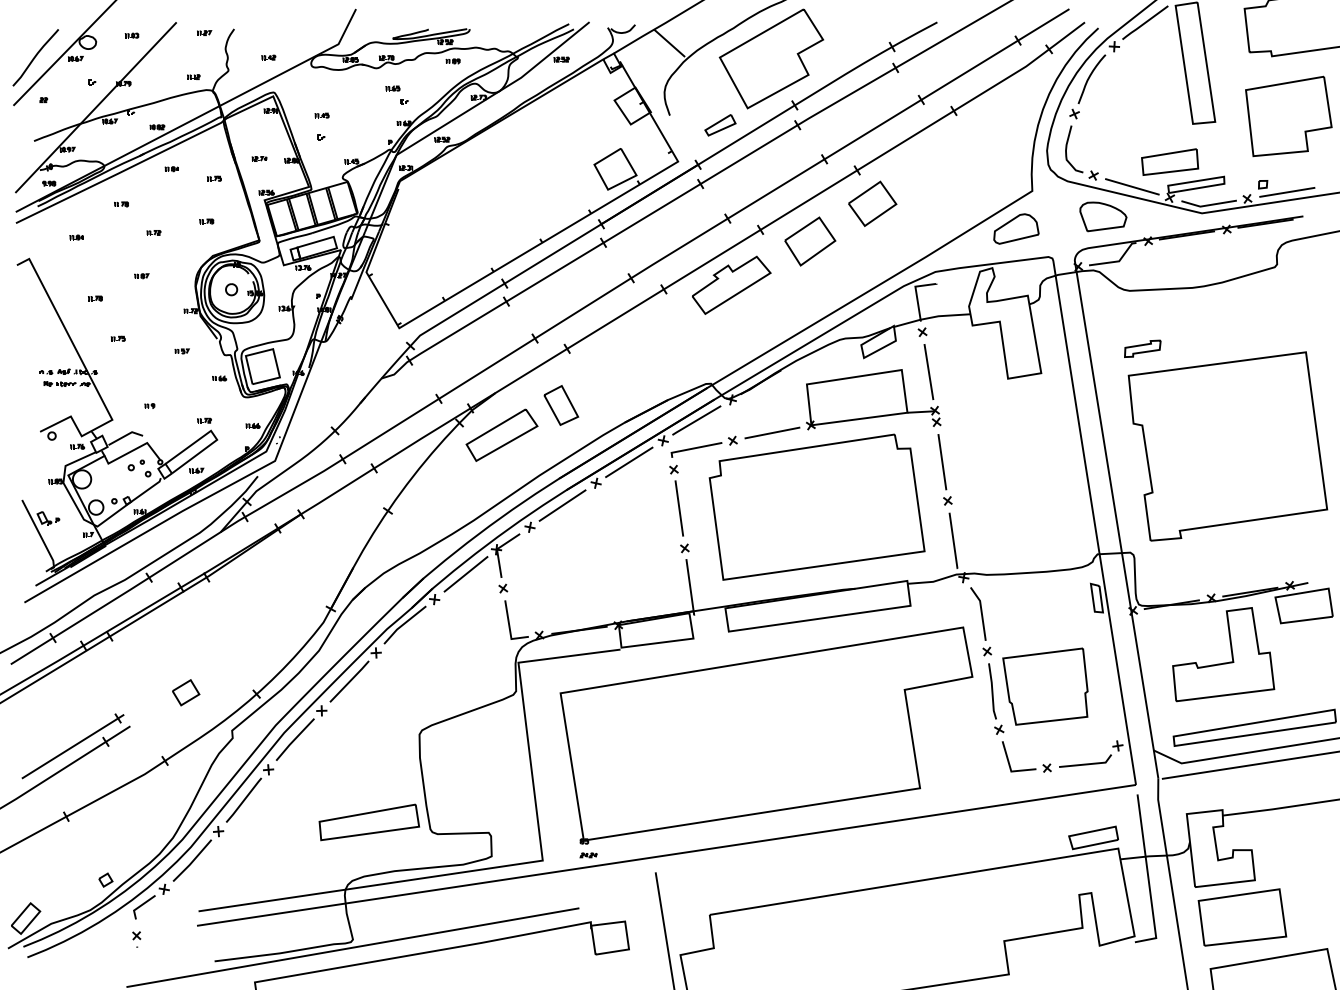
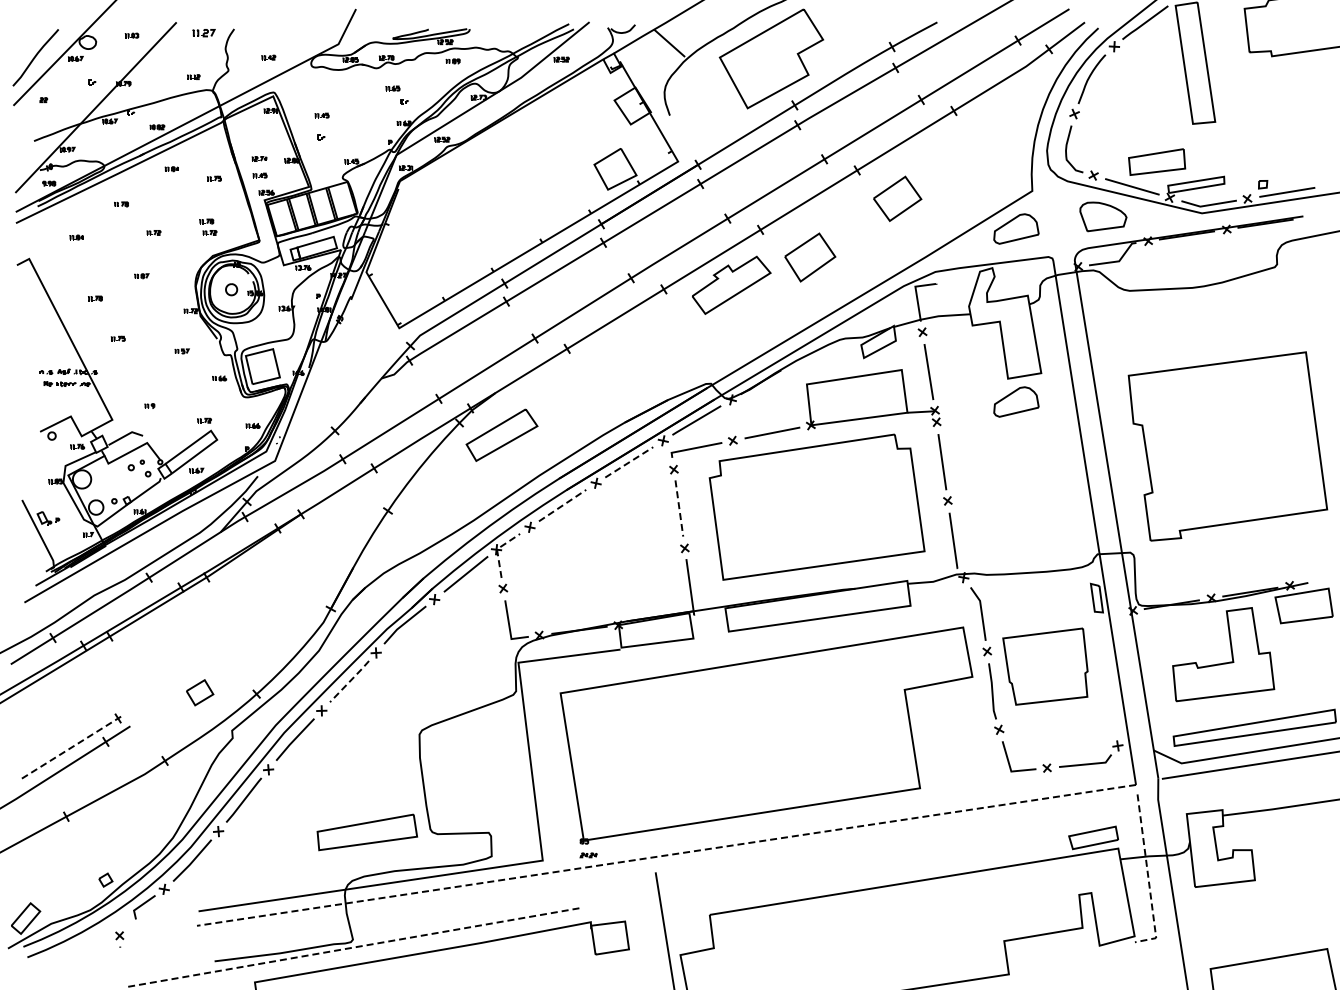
part at (204, 32) size: 16x6 px -> 24x9 px
part at (1288, 116): present -> none
part at (720, 125): present -> none
part at (1170, 161) position: (1170, 161) -> (1157, 161)
part at (259, 175): none -> present
part at (872, 203) position: (872, 203) -> (897, 198)
part at (209, 232): none -> present
part at (810, 241) position: (810, 241) -> (810, 257)
part at (1142, 348): present -> none
part at (1016, 401): none -> present
part at (561, 405): present -> none
line at (629, 462): solid -> dashed
line at (563, 505): solid -> dashed
line at (679, 508): solid -> dashed
line at (497, 549): solid -> dashed
line at (349, 681): solid -> dashed
part at (1045, 686) position: (1045, 686) -> (1045, 666)
part at (186, 692) position: (186, 692) -> (200, 692)
line at (74, 745): solid -> dashed
part at (369, 822) position: (369, 822) -> (367, 832)
line at (665, 855): solid -> dashed
line at (1148, 877): solid -> dashed
part at (1242, 917): present -> none
part at (136, 939) position: (136, 939) -> (119, 939)
line at (352, 947): solid -> dashed
